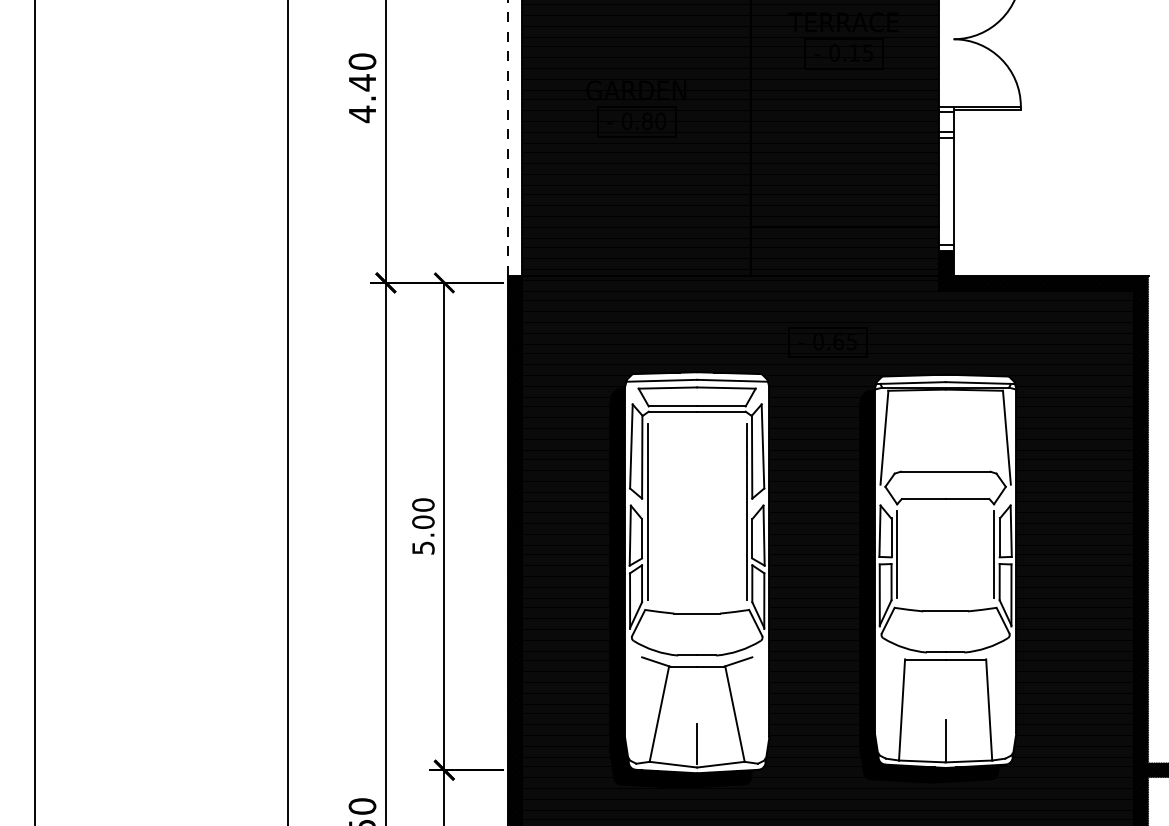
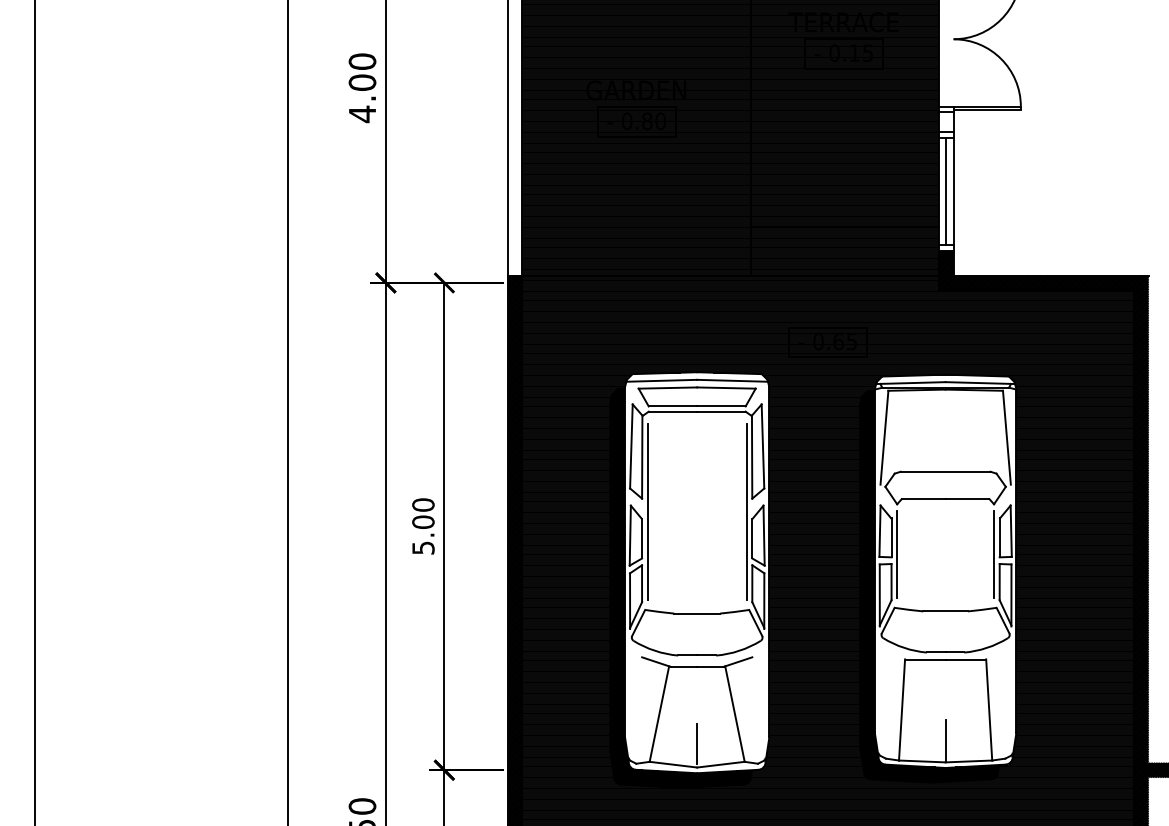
text at (362, 82): 4.40 -> 4.00
line at (507, 137): dashed -> solid
line at (946, 191): none -> present
